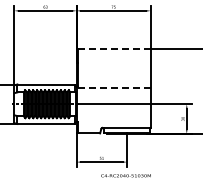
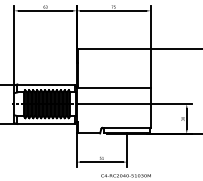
line at (114, 48): dashed -> solid
line at (113, 87): dashed -> solid
